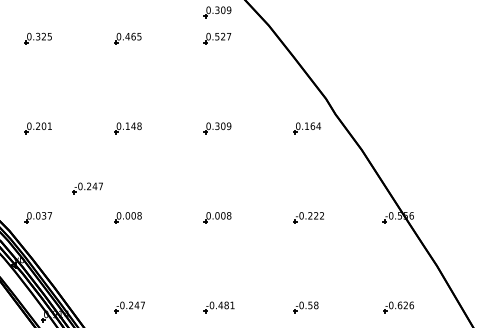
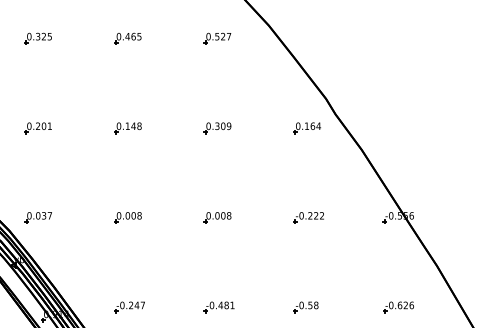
part at (217, 12): present -> none
part at (87, 188): present -> none
